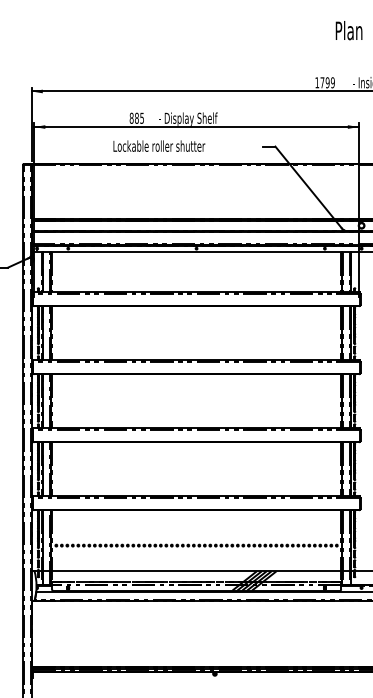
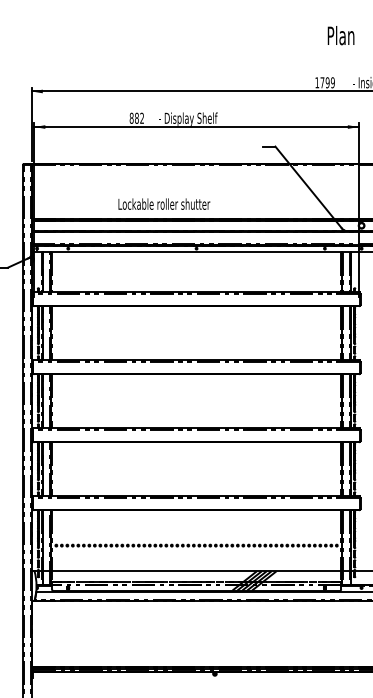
text at (348, 30) position: (348, 30) -> (340, 35)
text at (141, 117): 885 -> 882
text at (159, 145) position: (159, 145) -> (164, 203)
